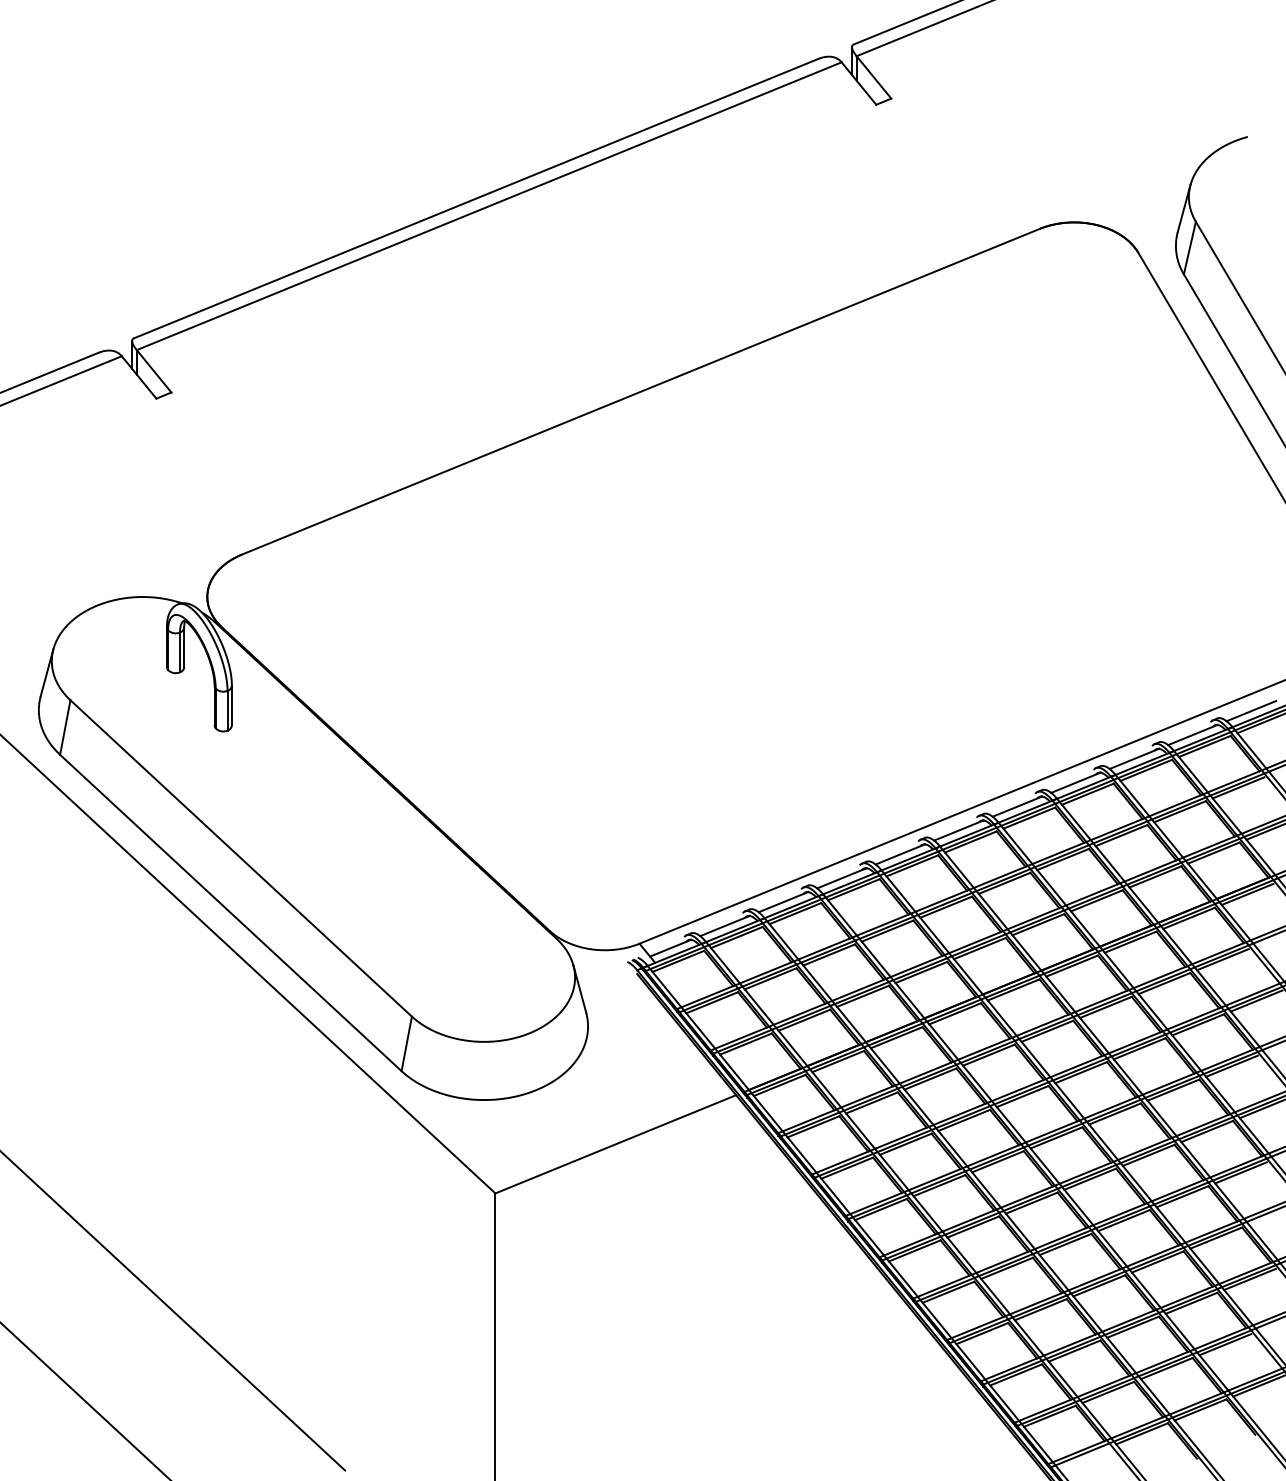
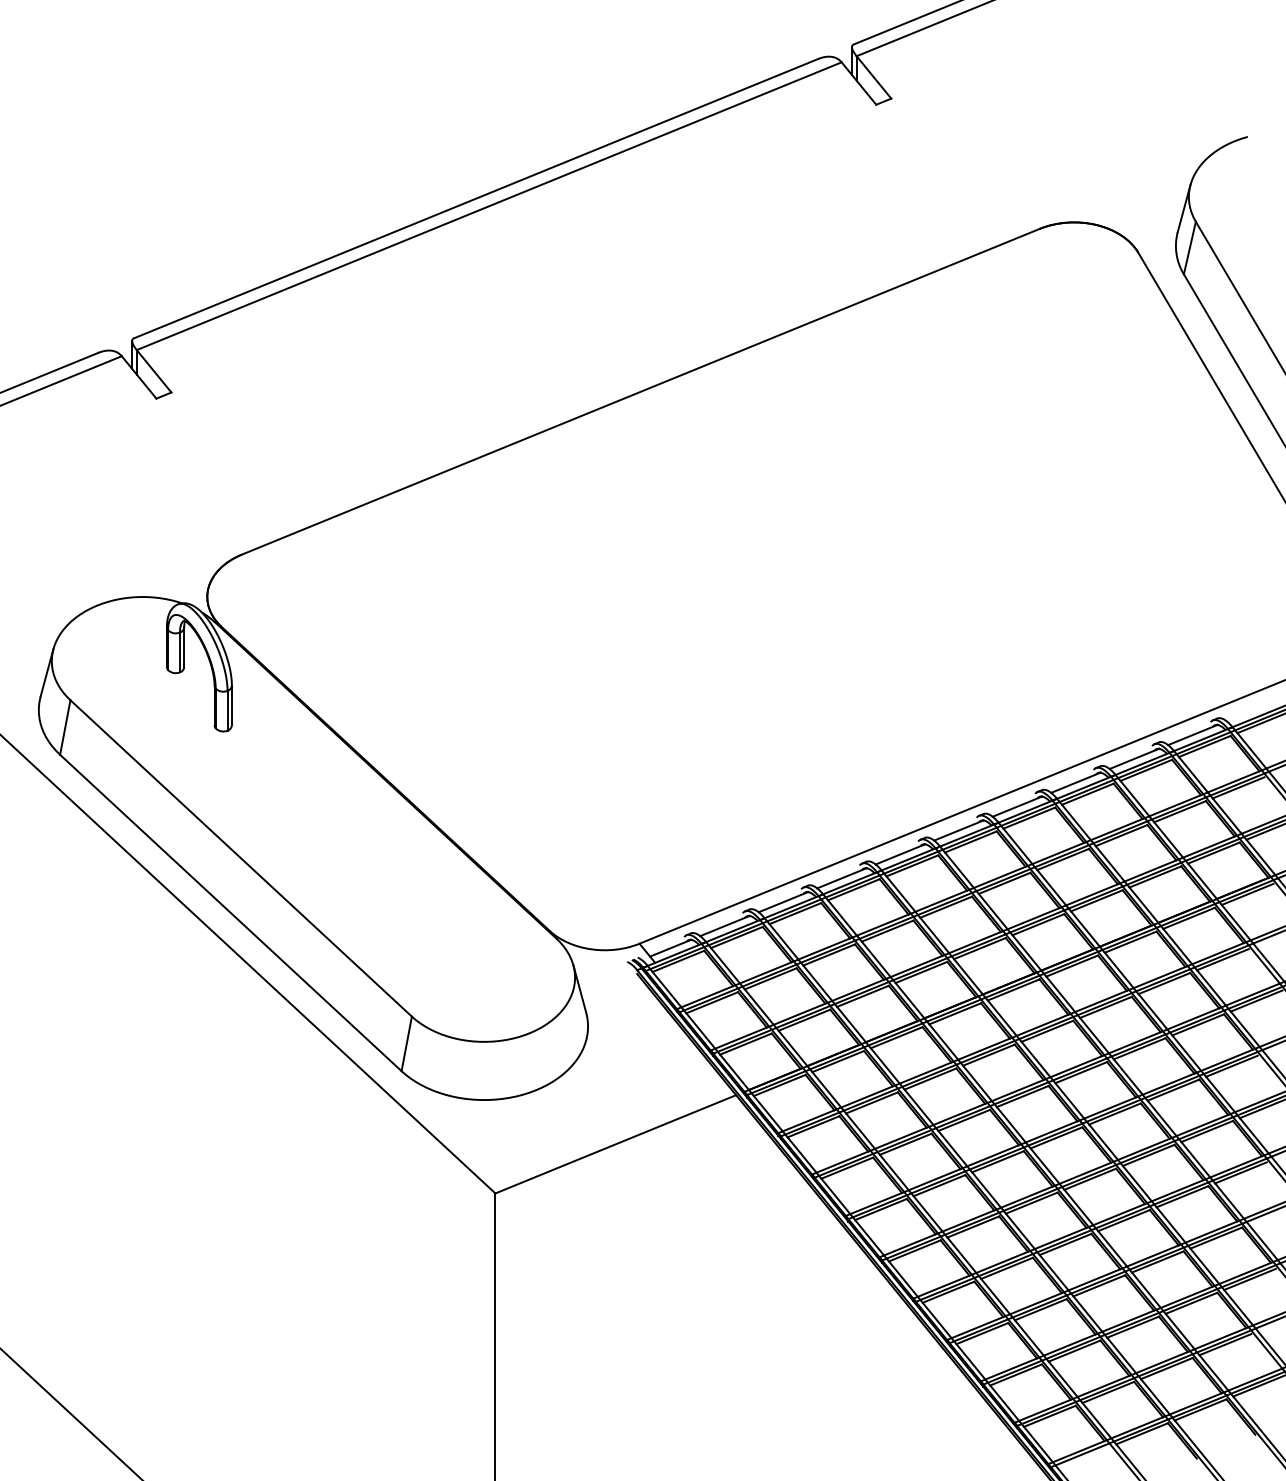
line at (1251, 711): present -> none
line at (173, 1311): present -> none
line at (85, 1400) position: (85, 1400) -> (70, 1413)
